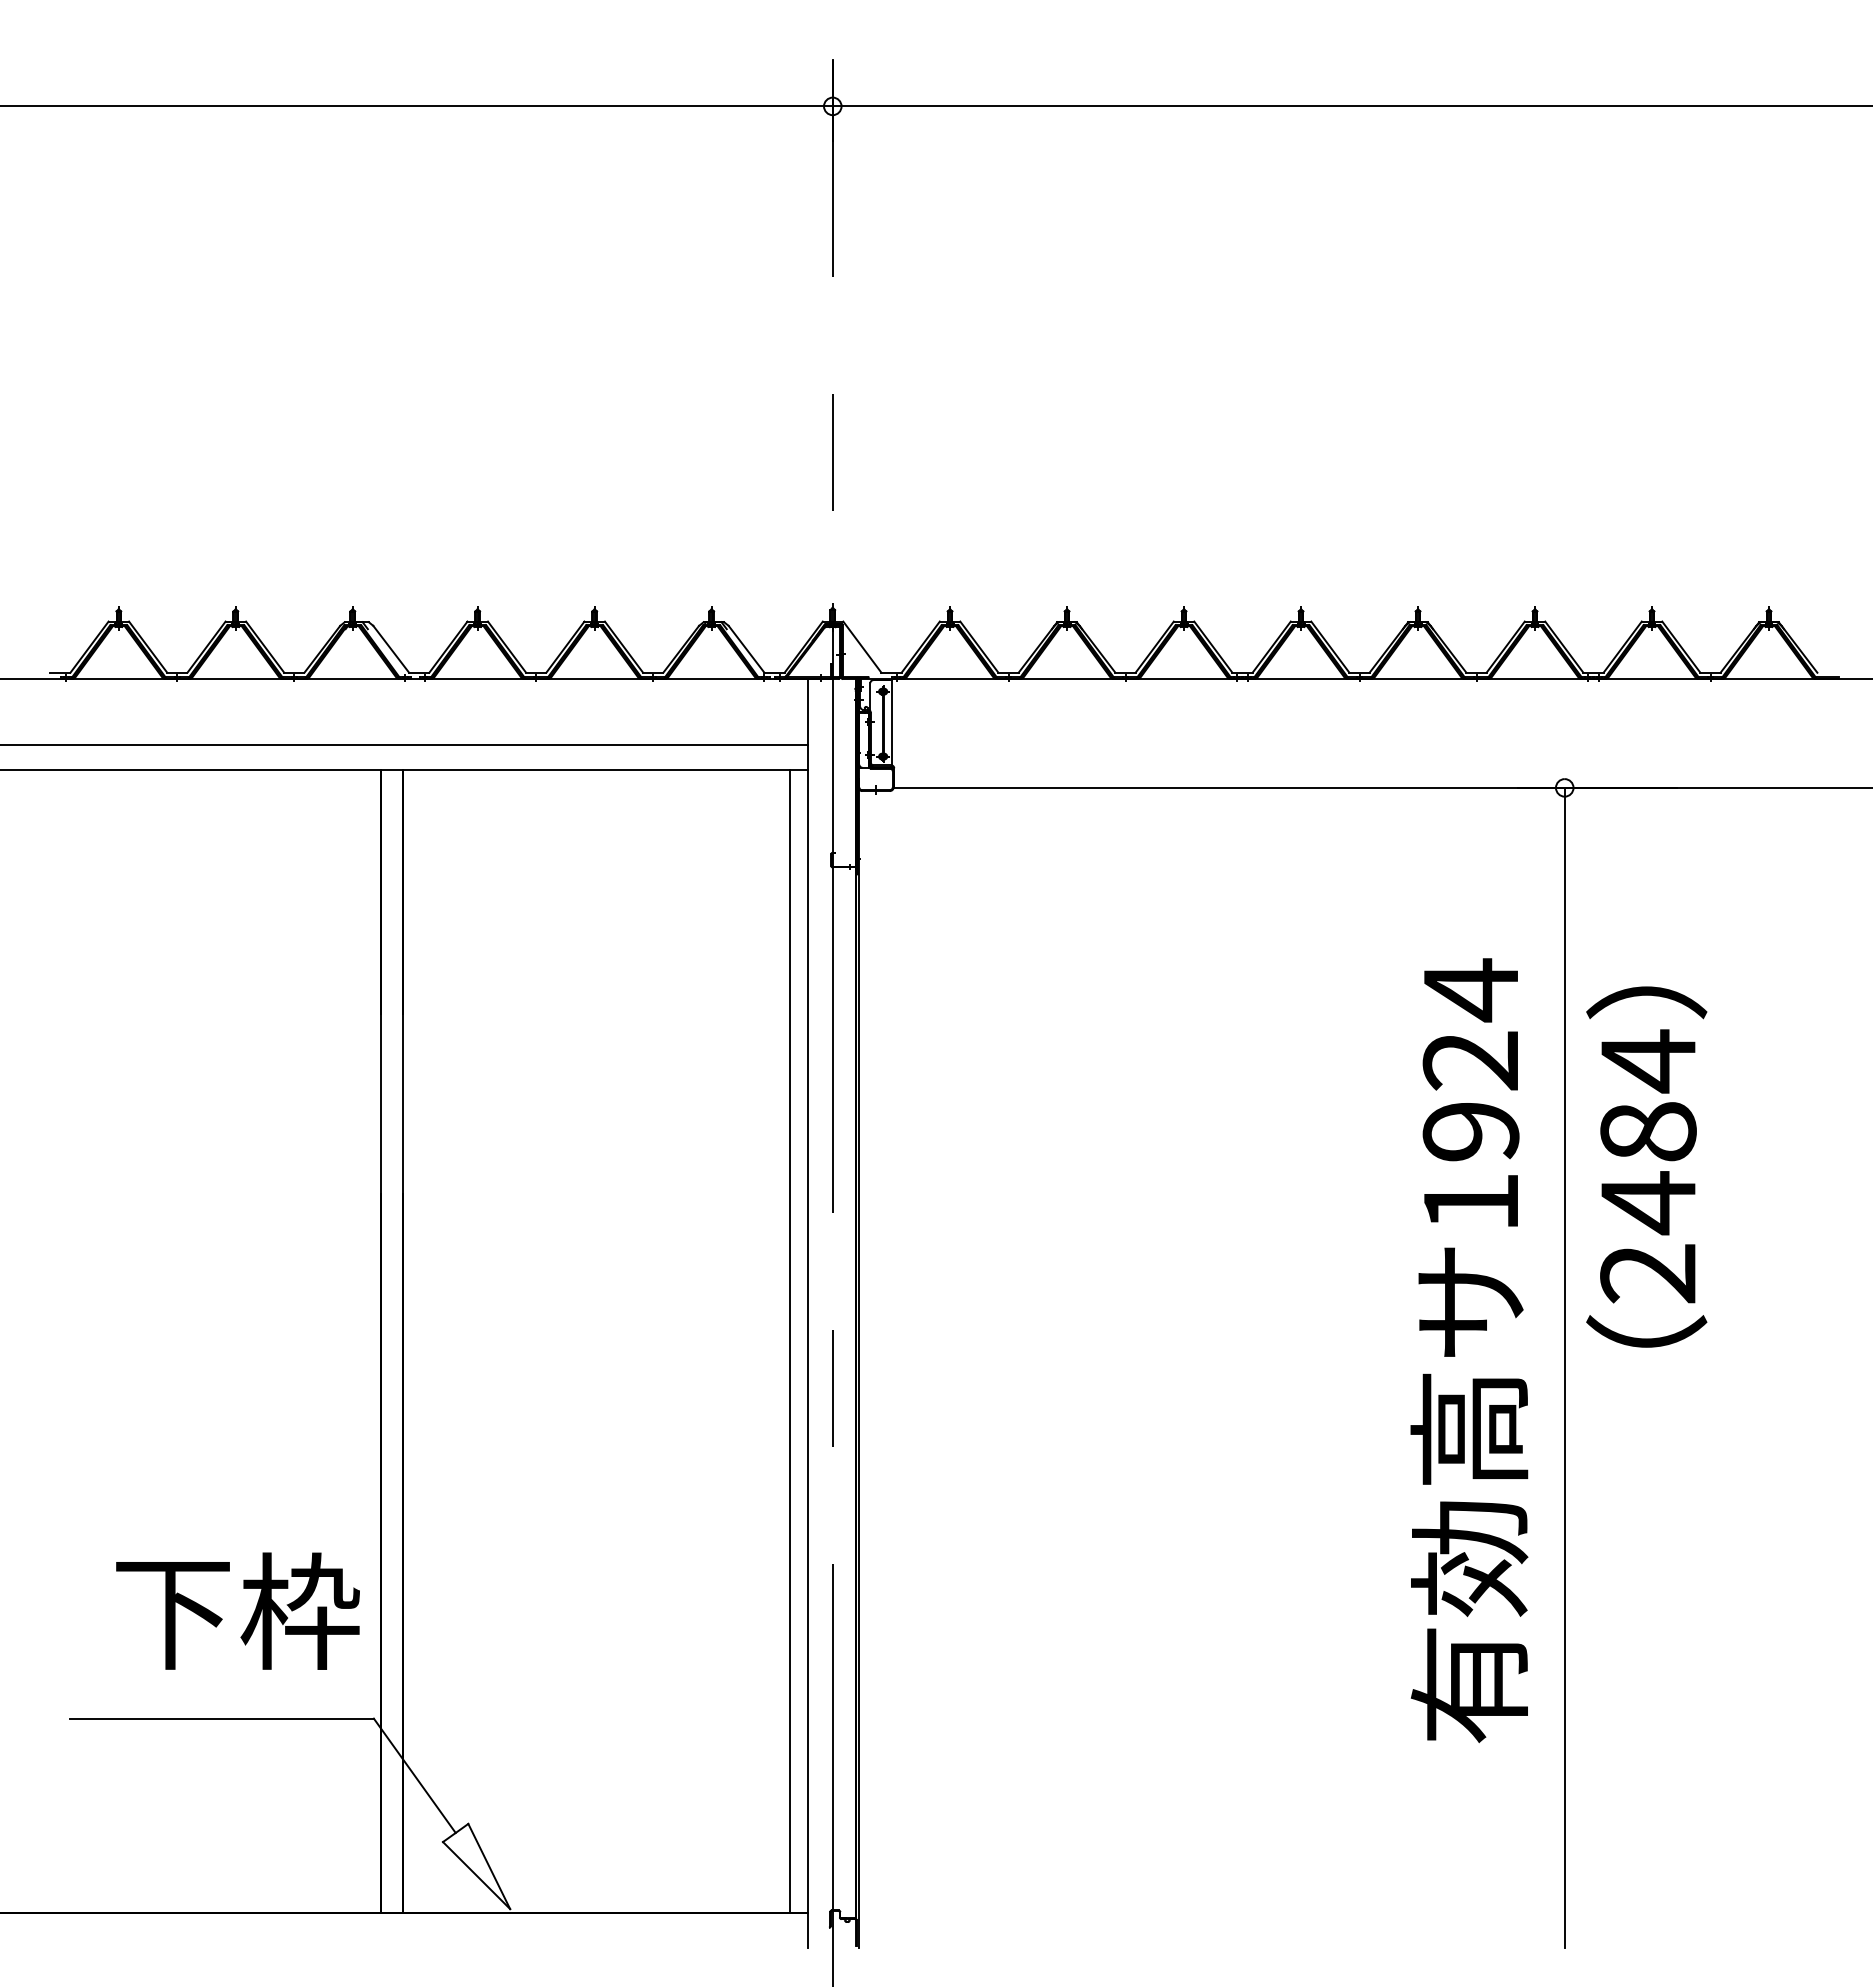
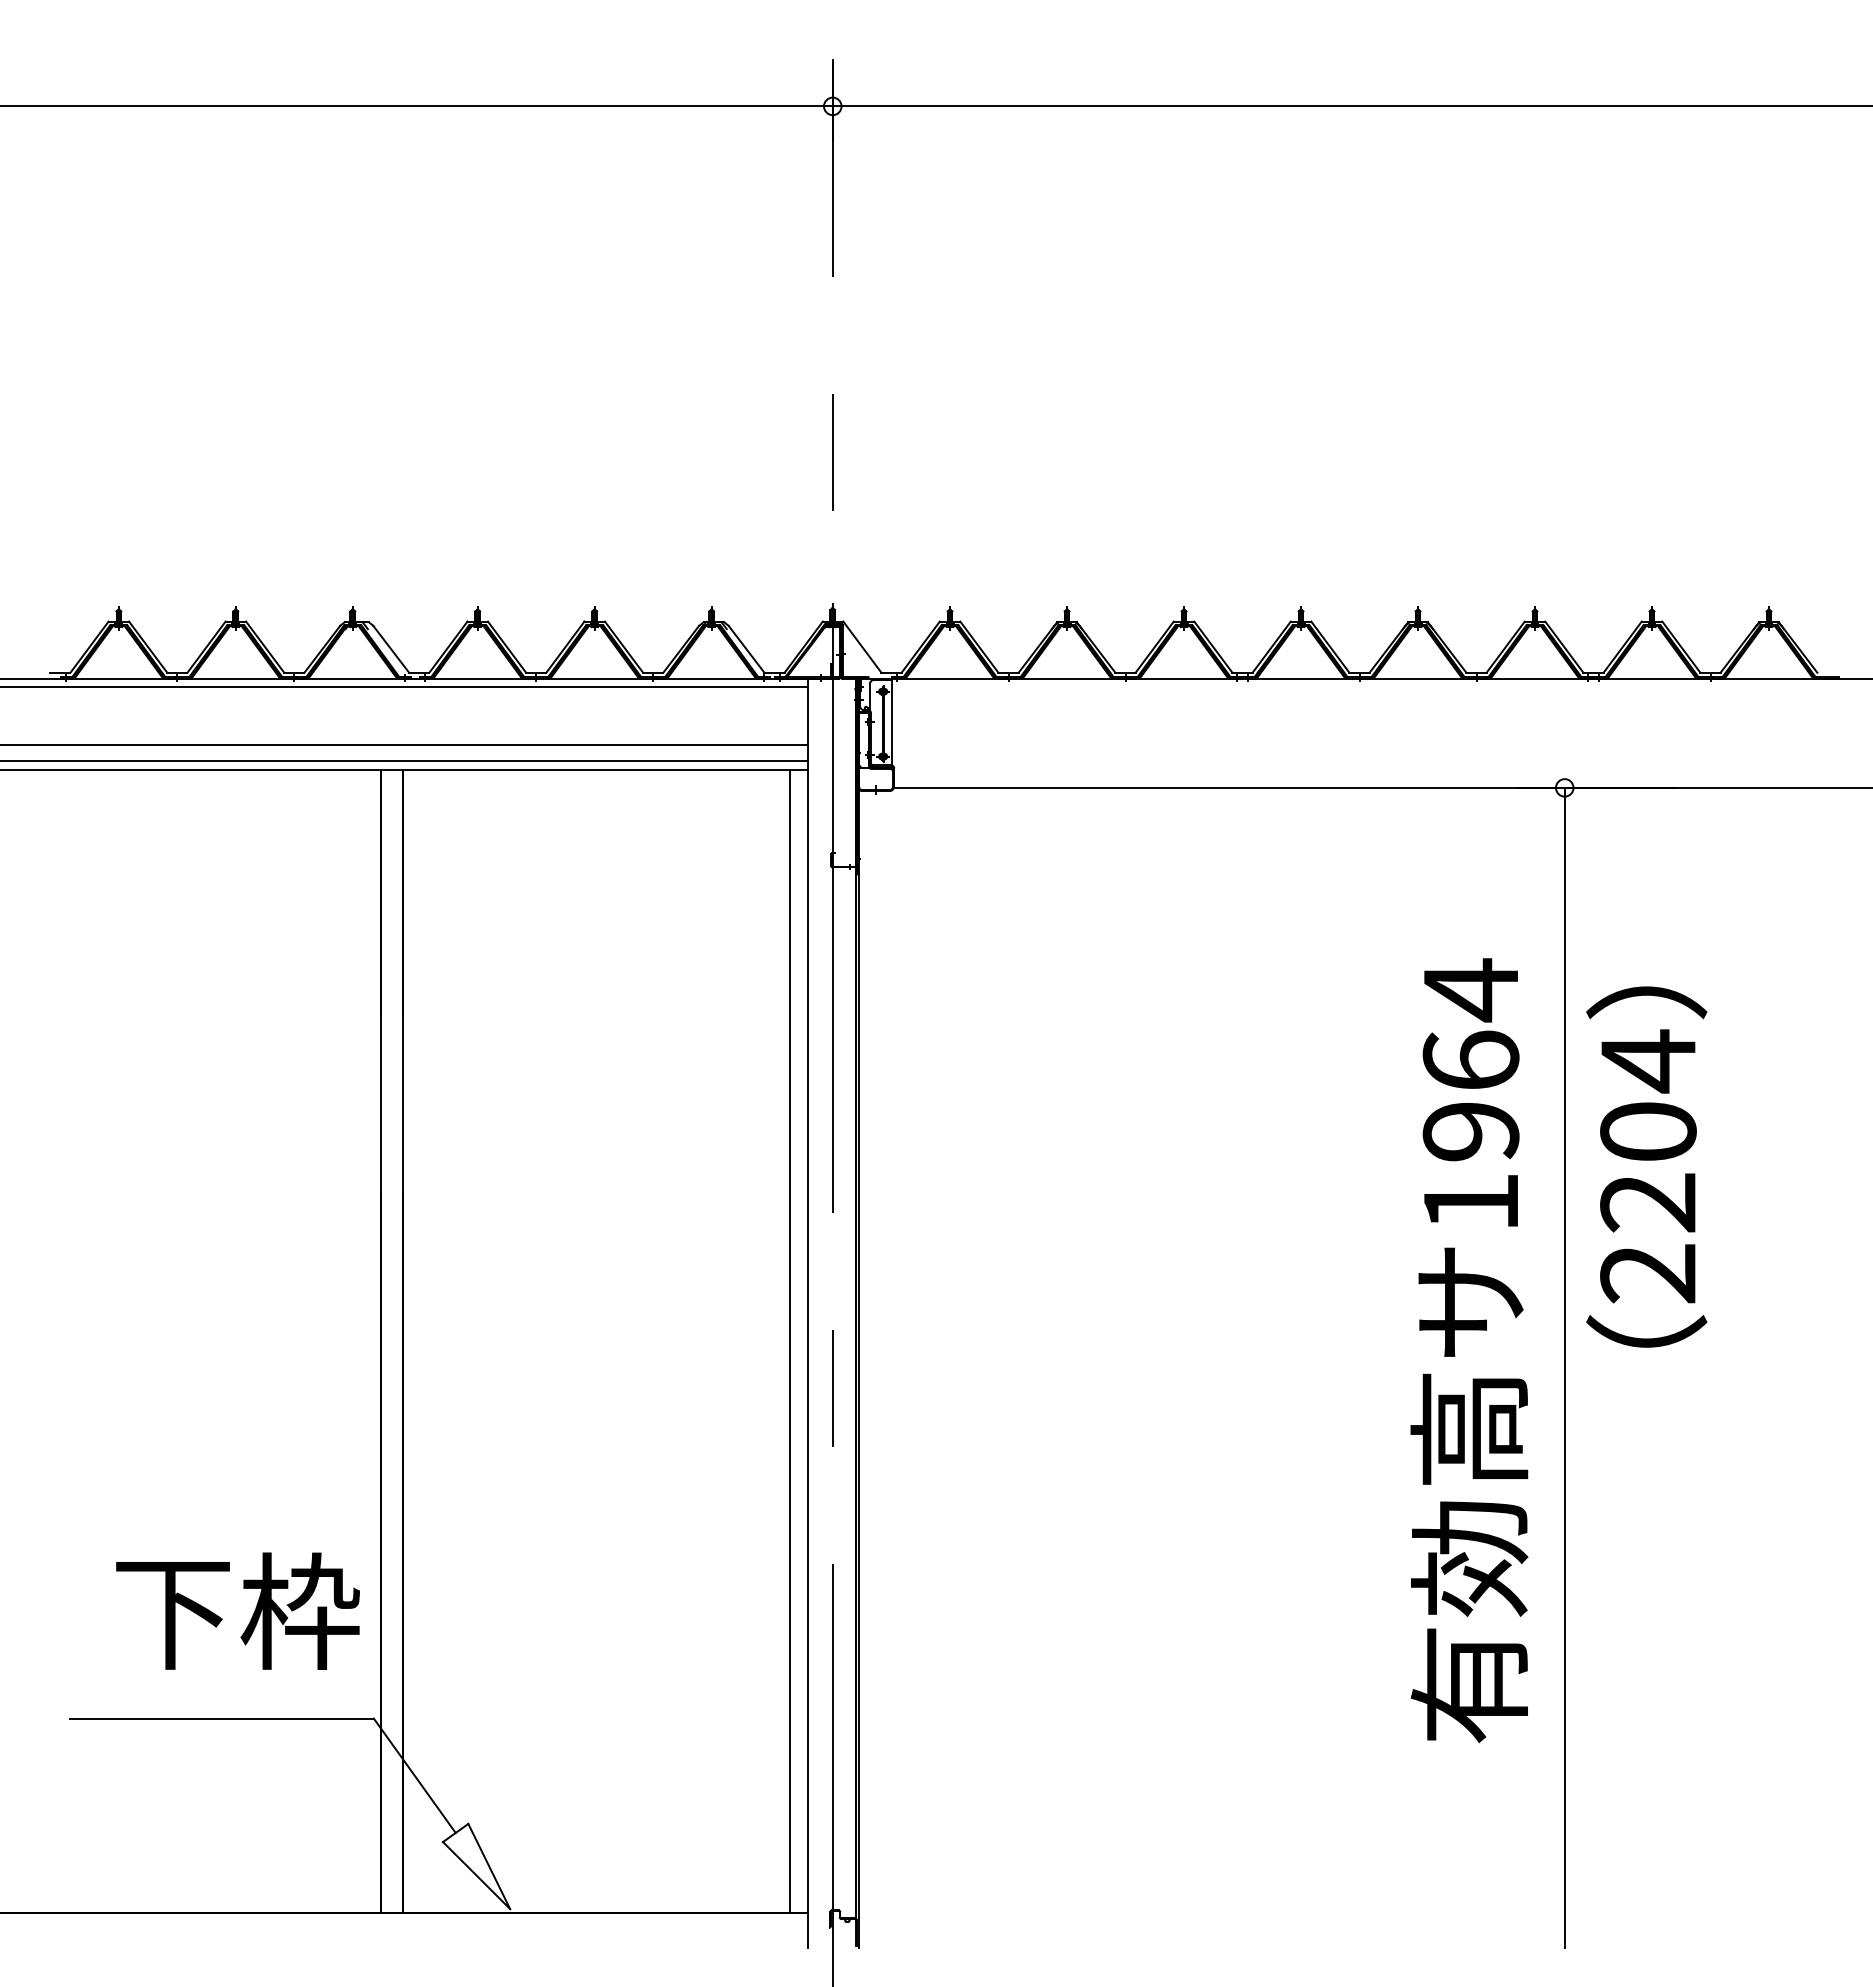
line at (404, 686): none -> present
line at (404, 761): none -> present
text at (1470, 1060): 1924 -> 1964
text at (1648, 1168): 2484 -> 2204
